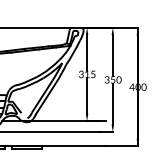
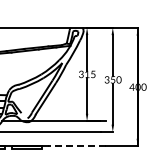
line at (77, 146): solid -> dashed
